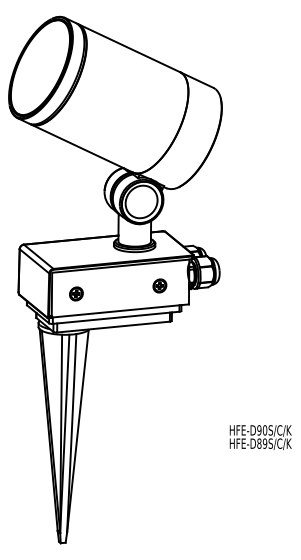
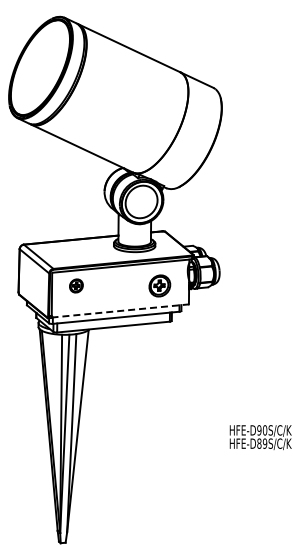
part at (159, 285) size: 16x16 px -> 24x24 px
part at (76, 293) position: (76, 293) -> (76, 285)
line at (120, 310): solid -> dashed
